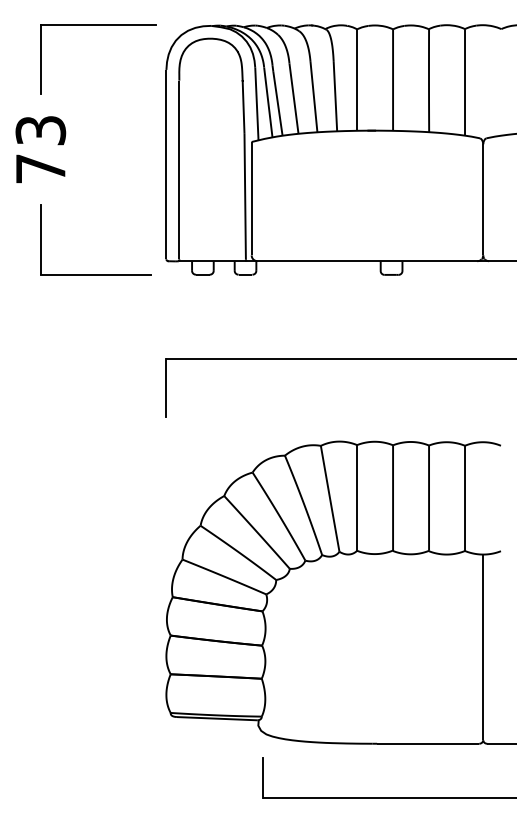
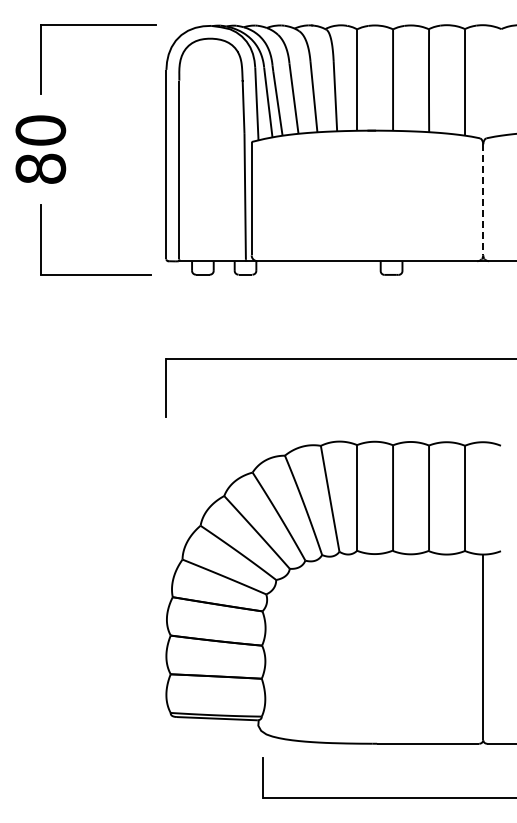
text at (40, 149): 73 -> 80
line at (483, 199): solid -> dashed
